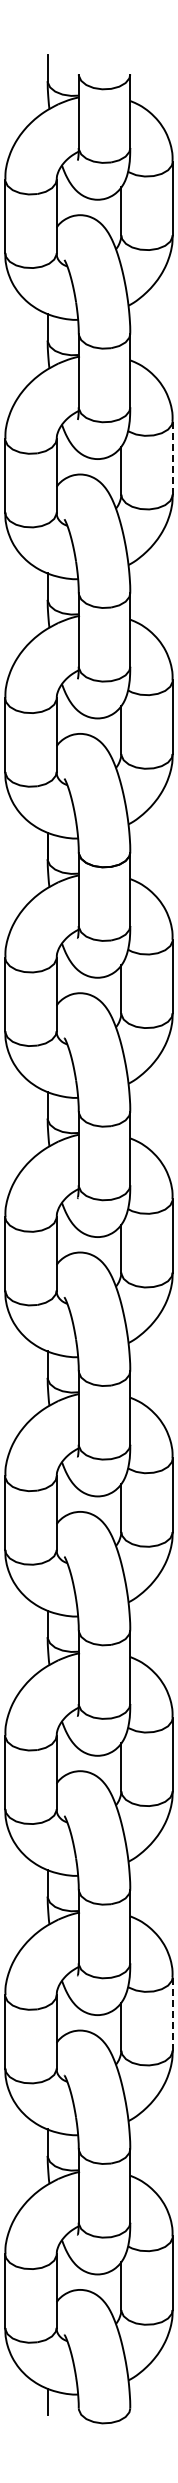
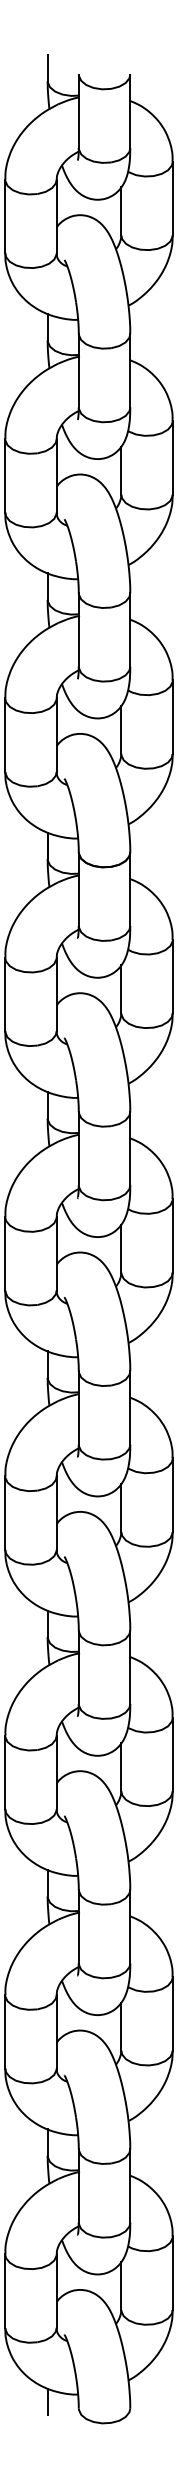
line at (172, 457): dashed -> solid
line at (172, 2013): dashed -> solid
